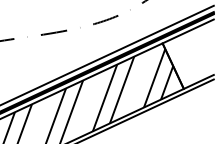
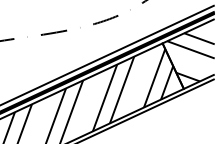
hatch at (190, 57): none -> present
